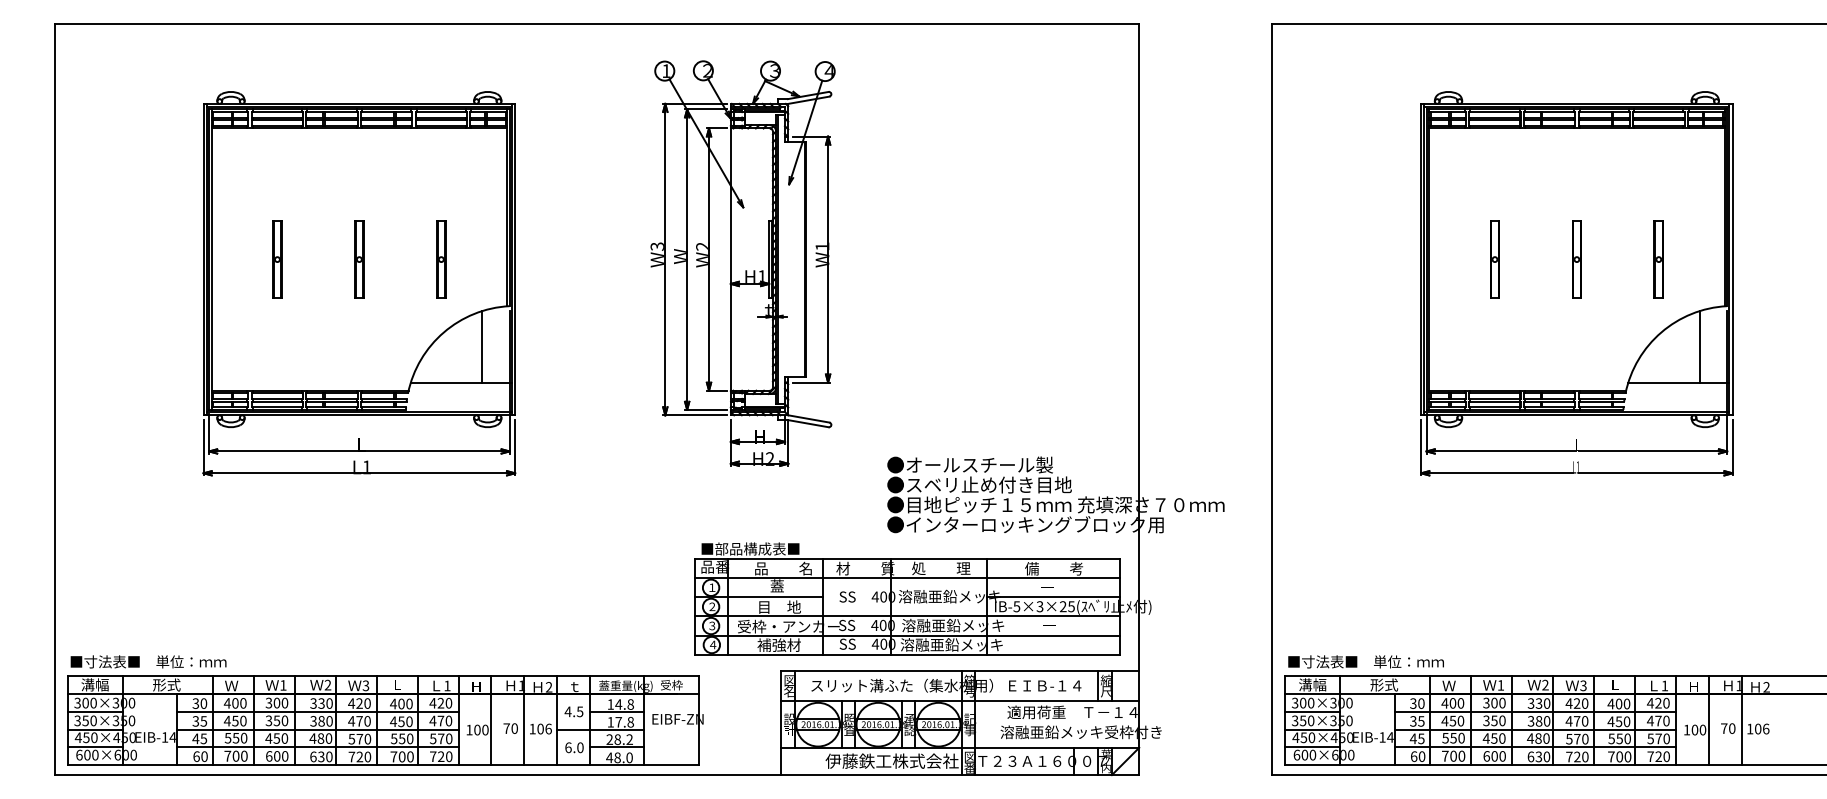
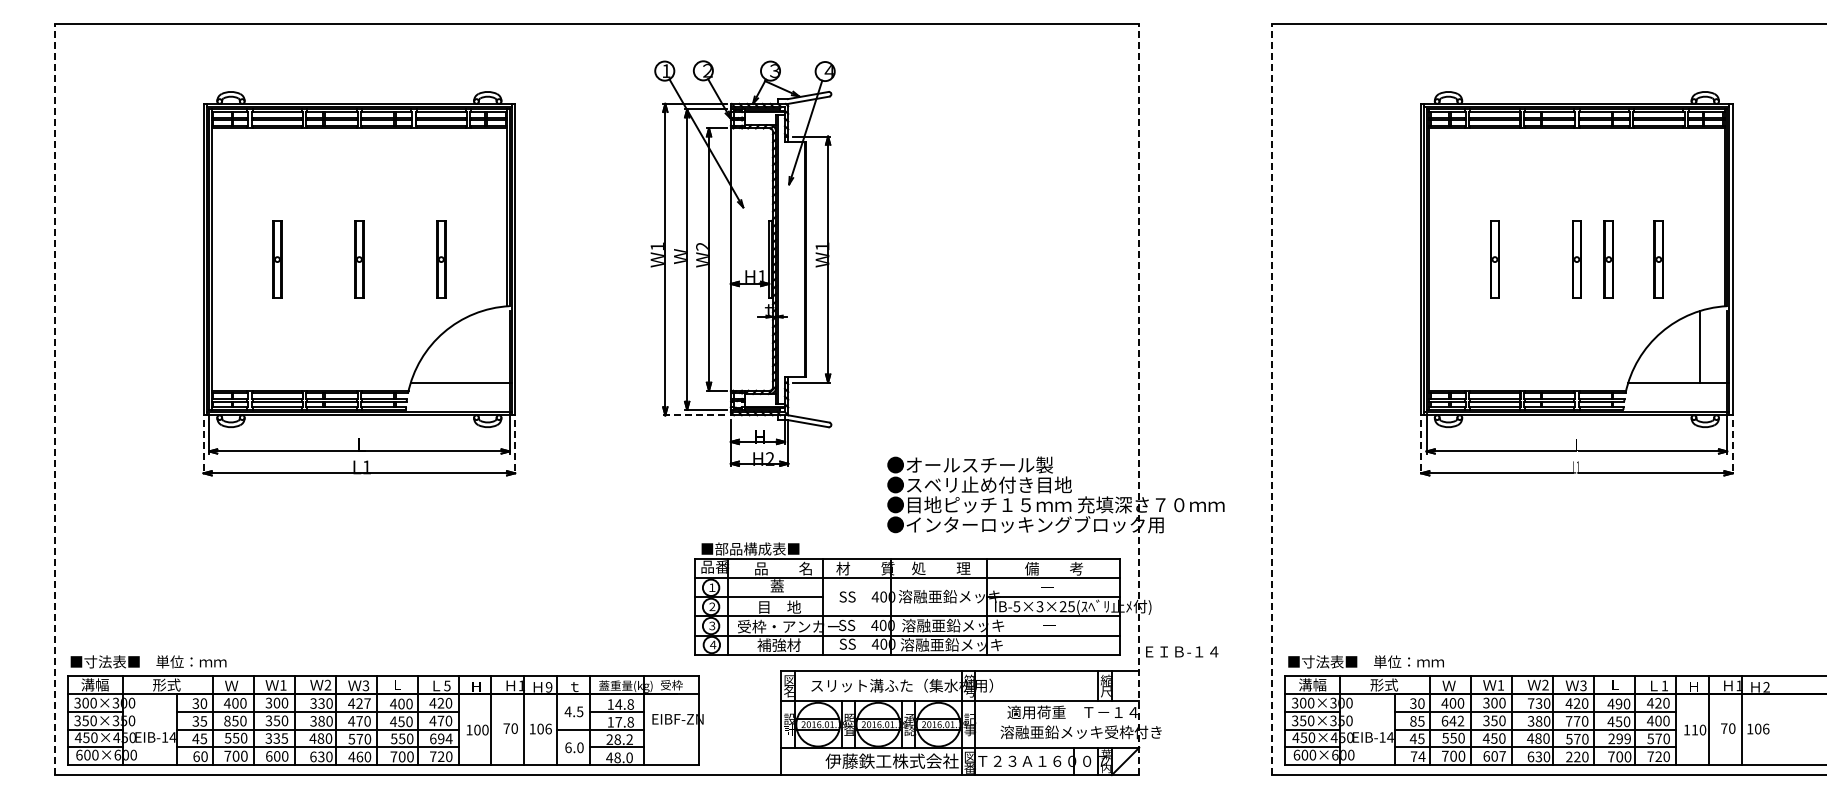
text at (656, 246): W3 -> W1
part at (1608, 259): none -> present
line at (482, 346): present -> none
line at (54, 399): solid -> dashed
line at (1139, 399): solid -> dashed
line at (1272, 399): solid -> dashed
line at (694, 415): solid -> dashed
line at (203, 447): solid -> dashed
line at (515, 447): solid -> dashed
line at (1421, 447): solid -> dashed
line at (1732, 447): solid -> dashed
text at (447, 685): 1 -> 5
text at (1045, 685) position: (1045, 685) -> (1182, 651)
text at (548, 687): 2 -> 9
text at (367, 703): 420 -> 427
text at (1530, 703): 330 -> 730
text at (1618, 704): 400 -> 490
text at (226, 720): 450 -> 850
text at (1452, 720): 450 -> 642
text at (1658, 720): 470 -> 400
text at (1413, 721): 35 -> 85
text at (1568, 721): 470 -> 770
text at (1694, 729): 100 -> 110
text at (276, 738): 450 -> 335
text at (441, 738): 570 -> 694
text at (1619, 738): 550 -> 299
text at (355, 756): 720 -> 460
text at (1418, 756): 60 -> 74
text at (1502, 756): 600 -> 607
text at (1569, 756): 720 -> 220
